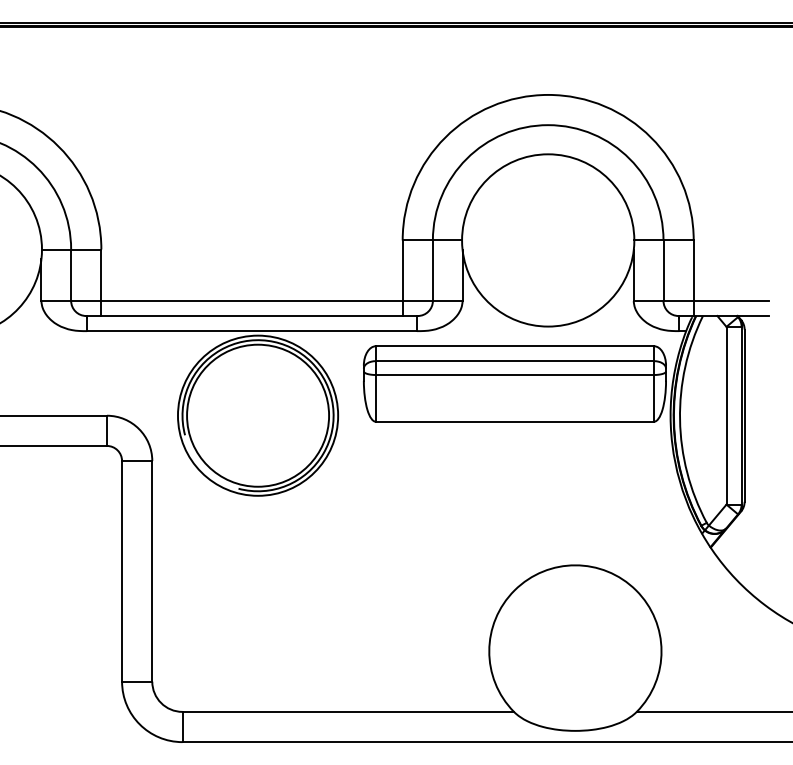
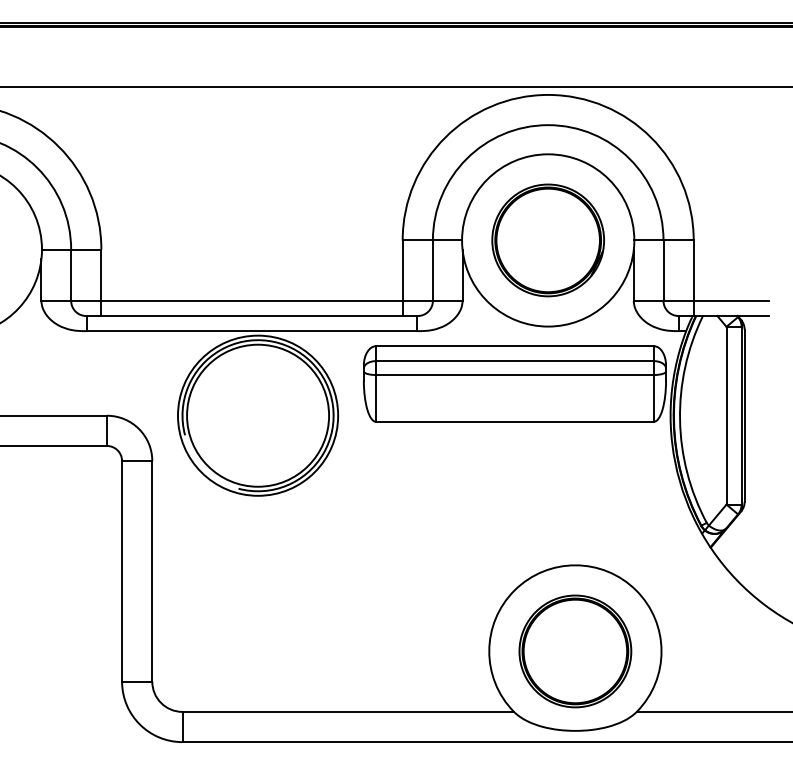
line at (395, 87): none -> present
part at (547, 240): none -> present
part at (575, 651): none -> present
